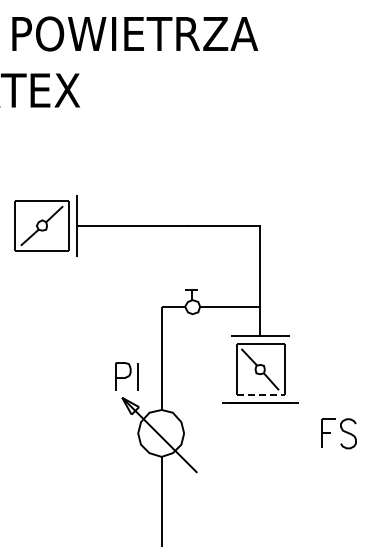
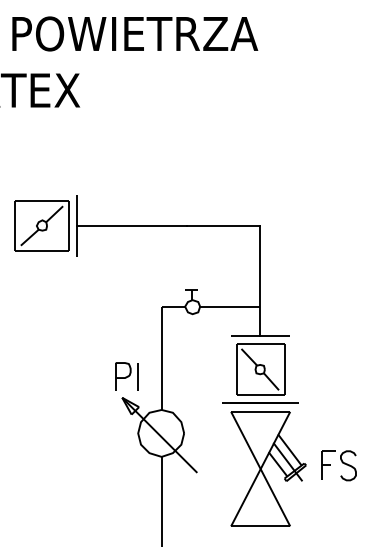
line at (260, 394): dashed -> solid
part at (338, 433) position: (338, 433) -> (338, 465)
part at (268, 468): none -> present
